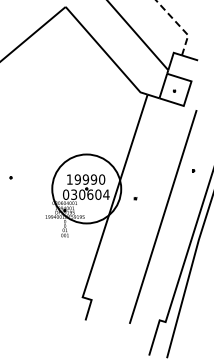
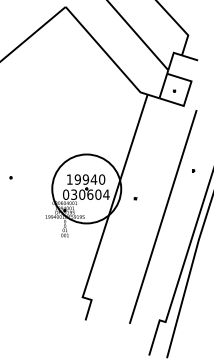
line at (179, 25): dashed -> solid
text at (93, 179): 19990 -> 19940
